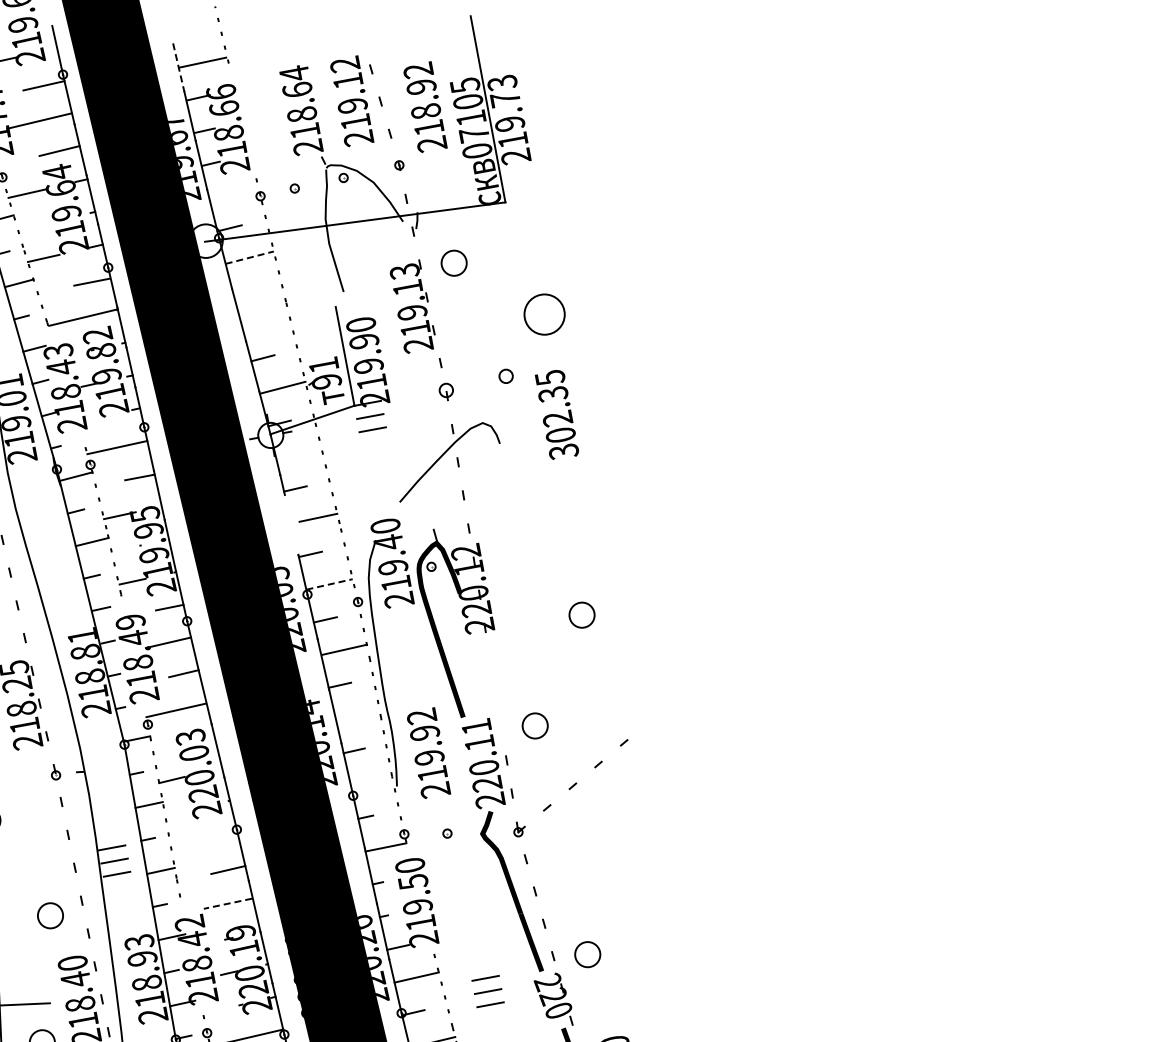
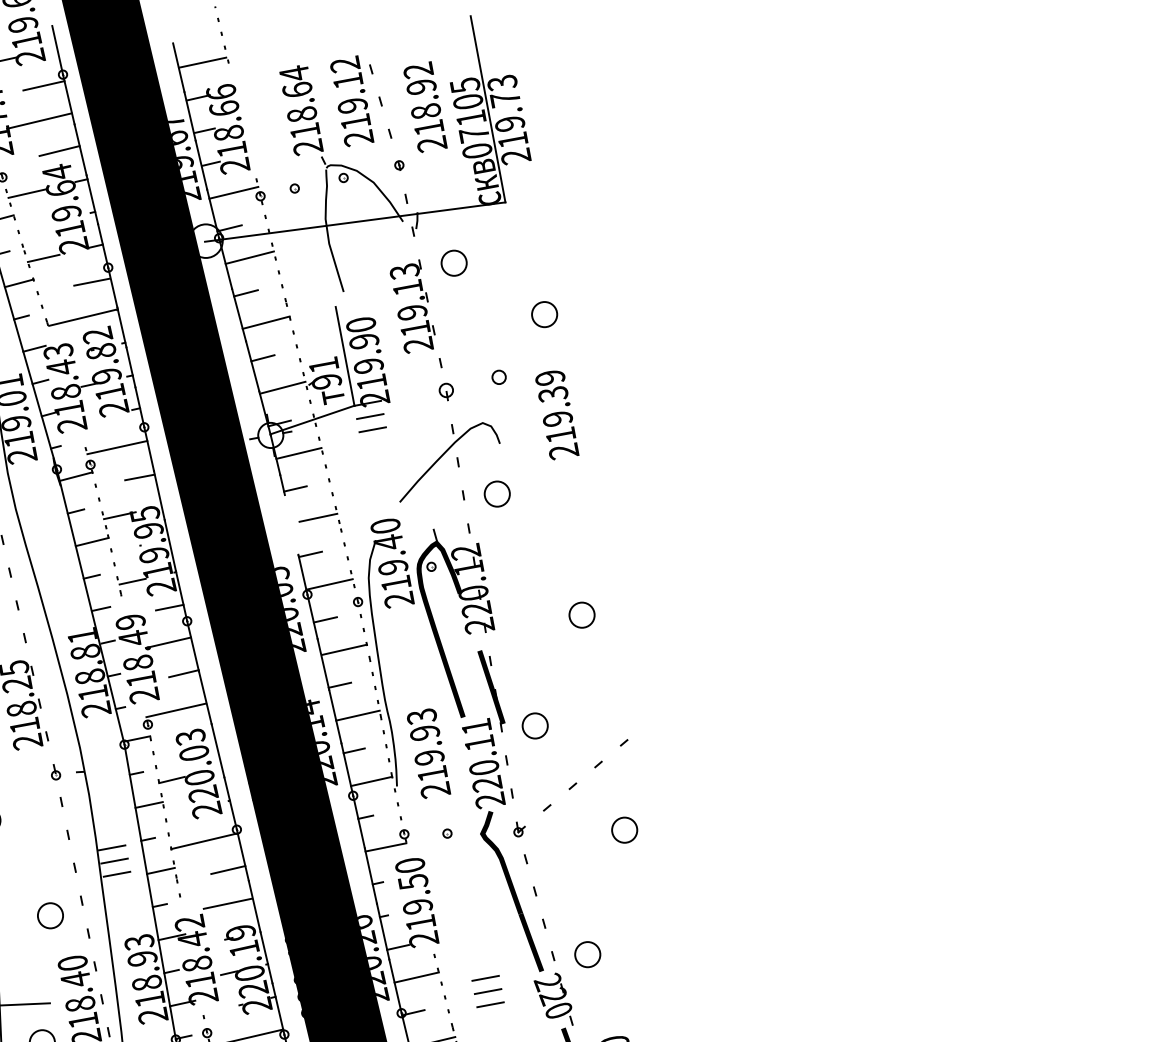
line at (178, 67): dashed -> solid
line at (233, 192): none -> present
line at (249, 257): dashed -> solid
line at (245, 293): none -> present
circle at (544, 314) diameter: 40 px -> 25 px
line at (265, 322): none -> present
part at (505, 375) position: (505, 375) -> (498, 376)
text at (556, 415): 302.35 -> 219.39
line at (298, 453): none -> present
circle at (496, 493): none -> present
line at (329, 584): dashed -> solid
part at (491, 691): none -> present
line at (357, 715): none -> present
text at (422, 716): 219.92 -> 219.93
line at (371, 781): none -> present
circle at (624, 829): none -> present
line at (204, 841): none -> present
line at (227, 903): dashed -> solid
